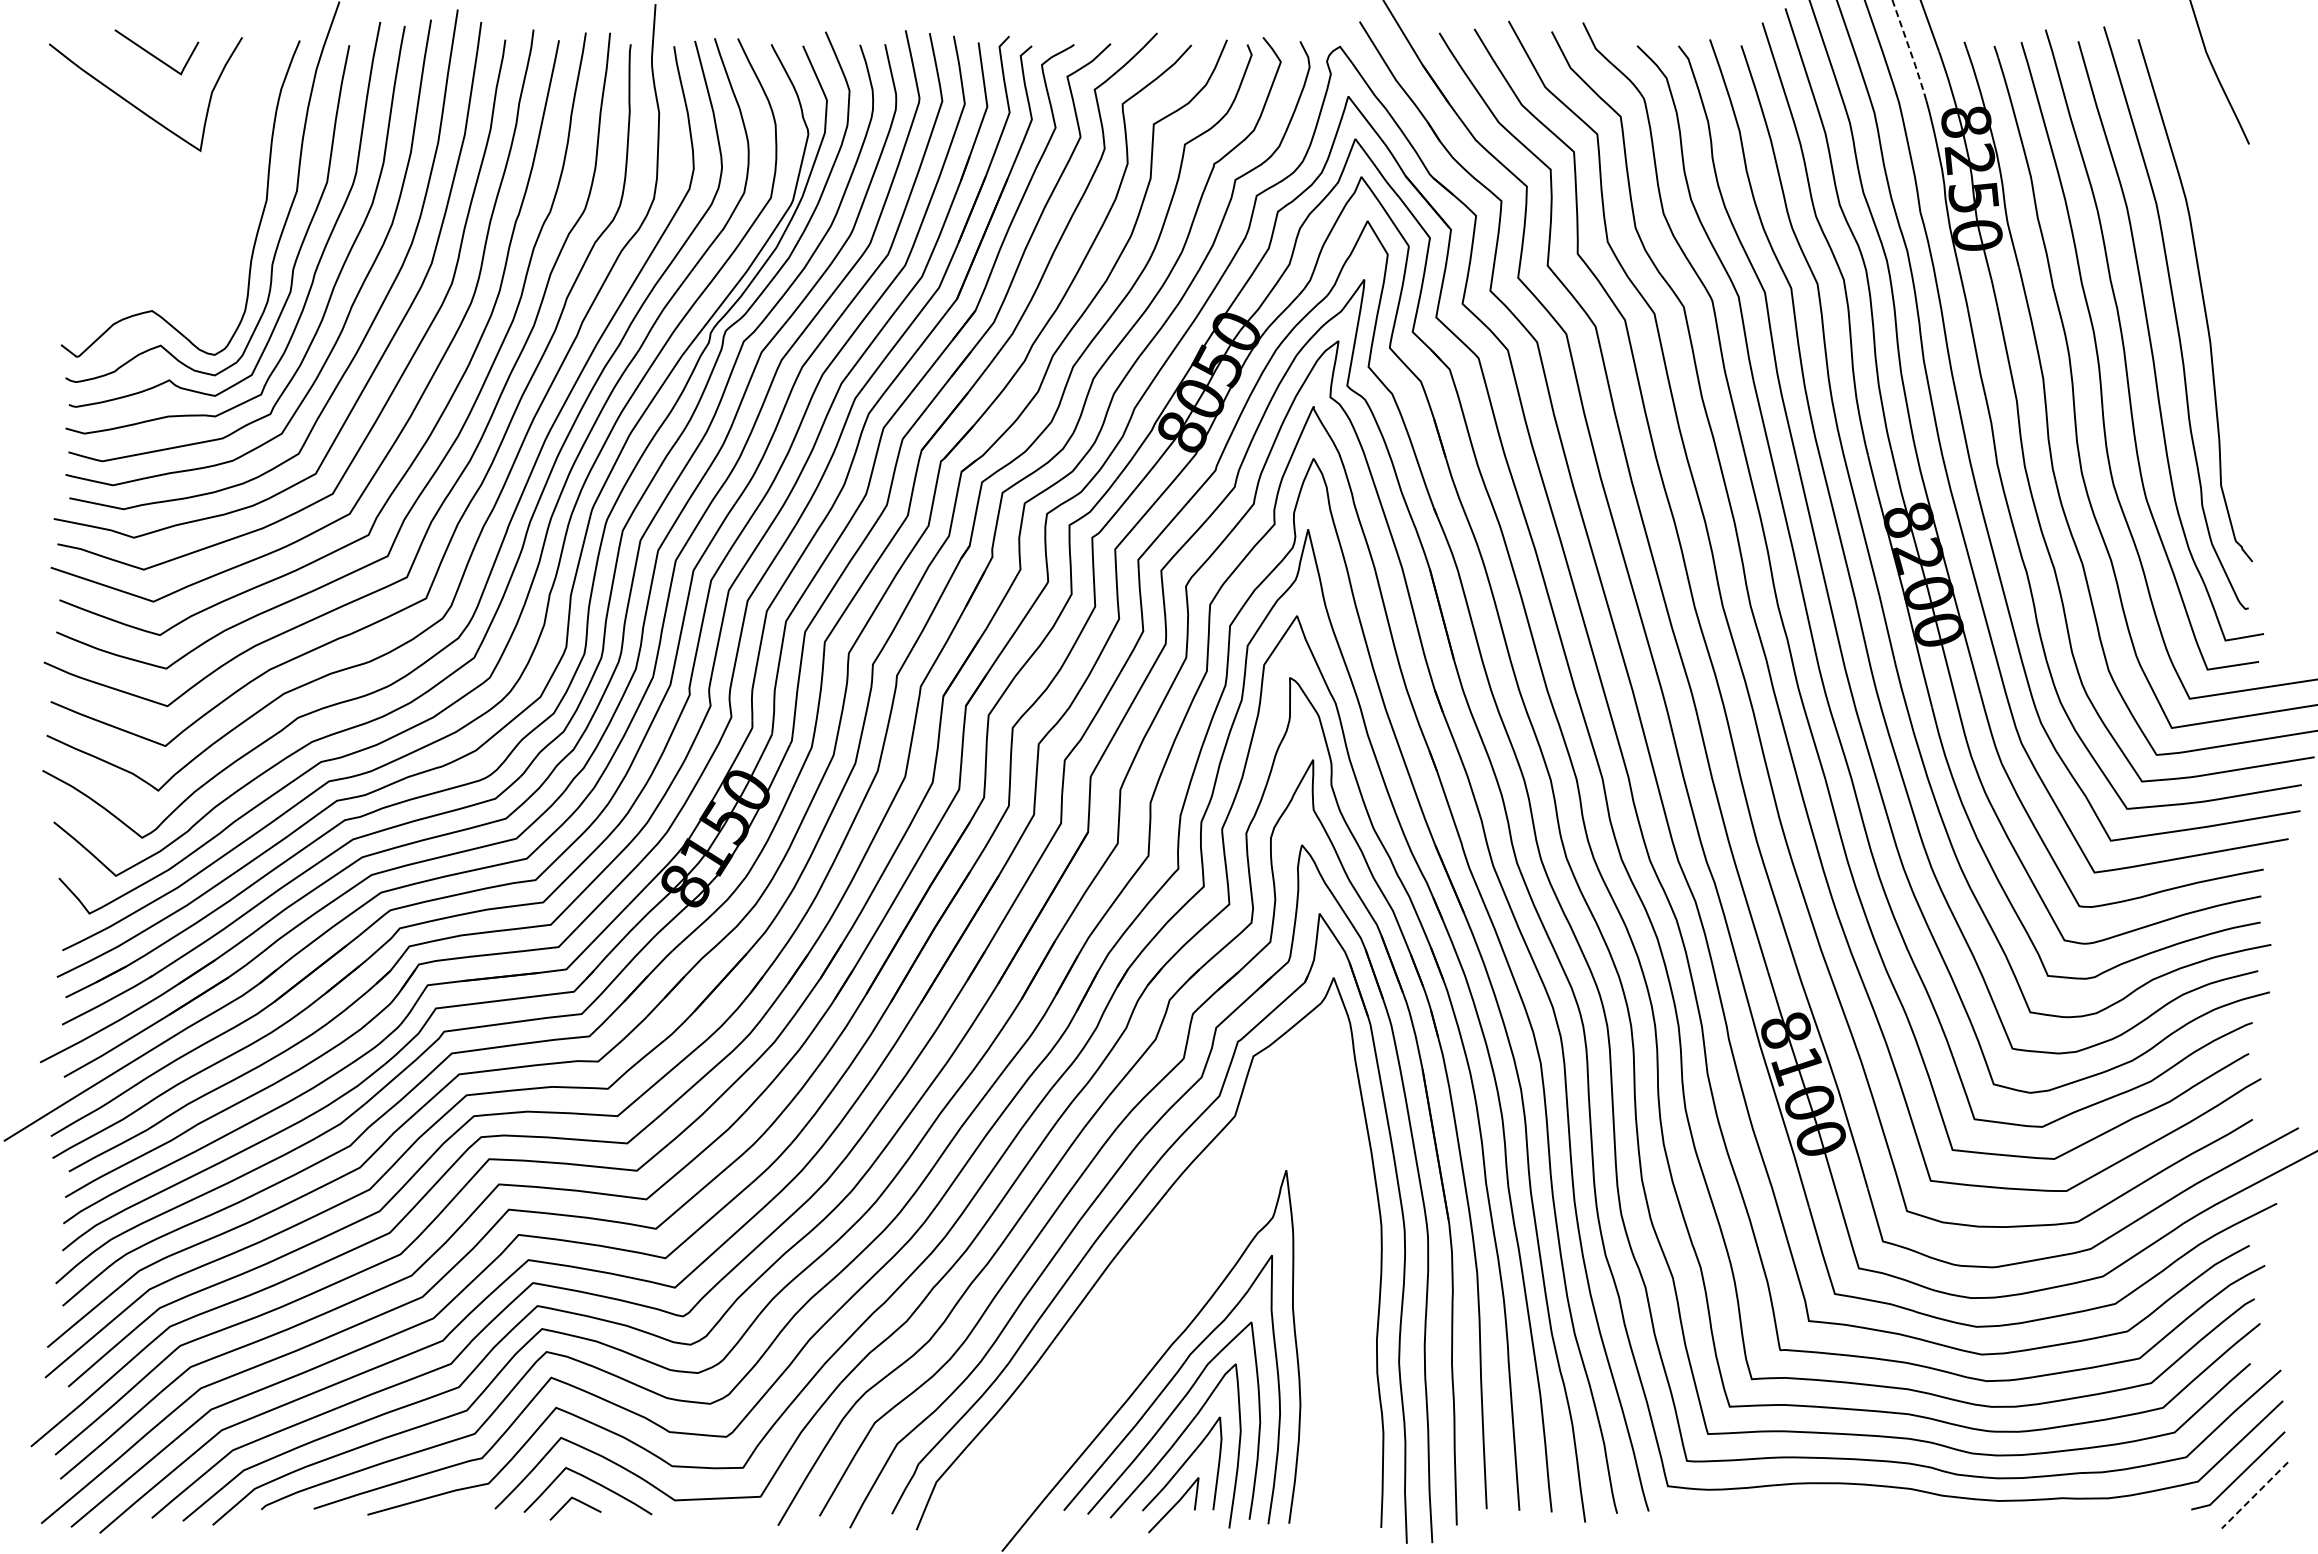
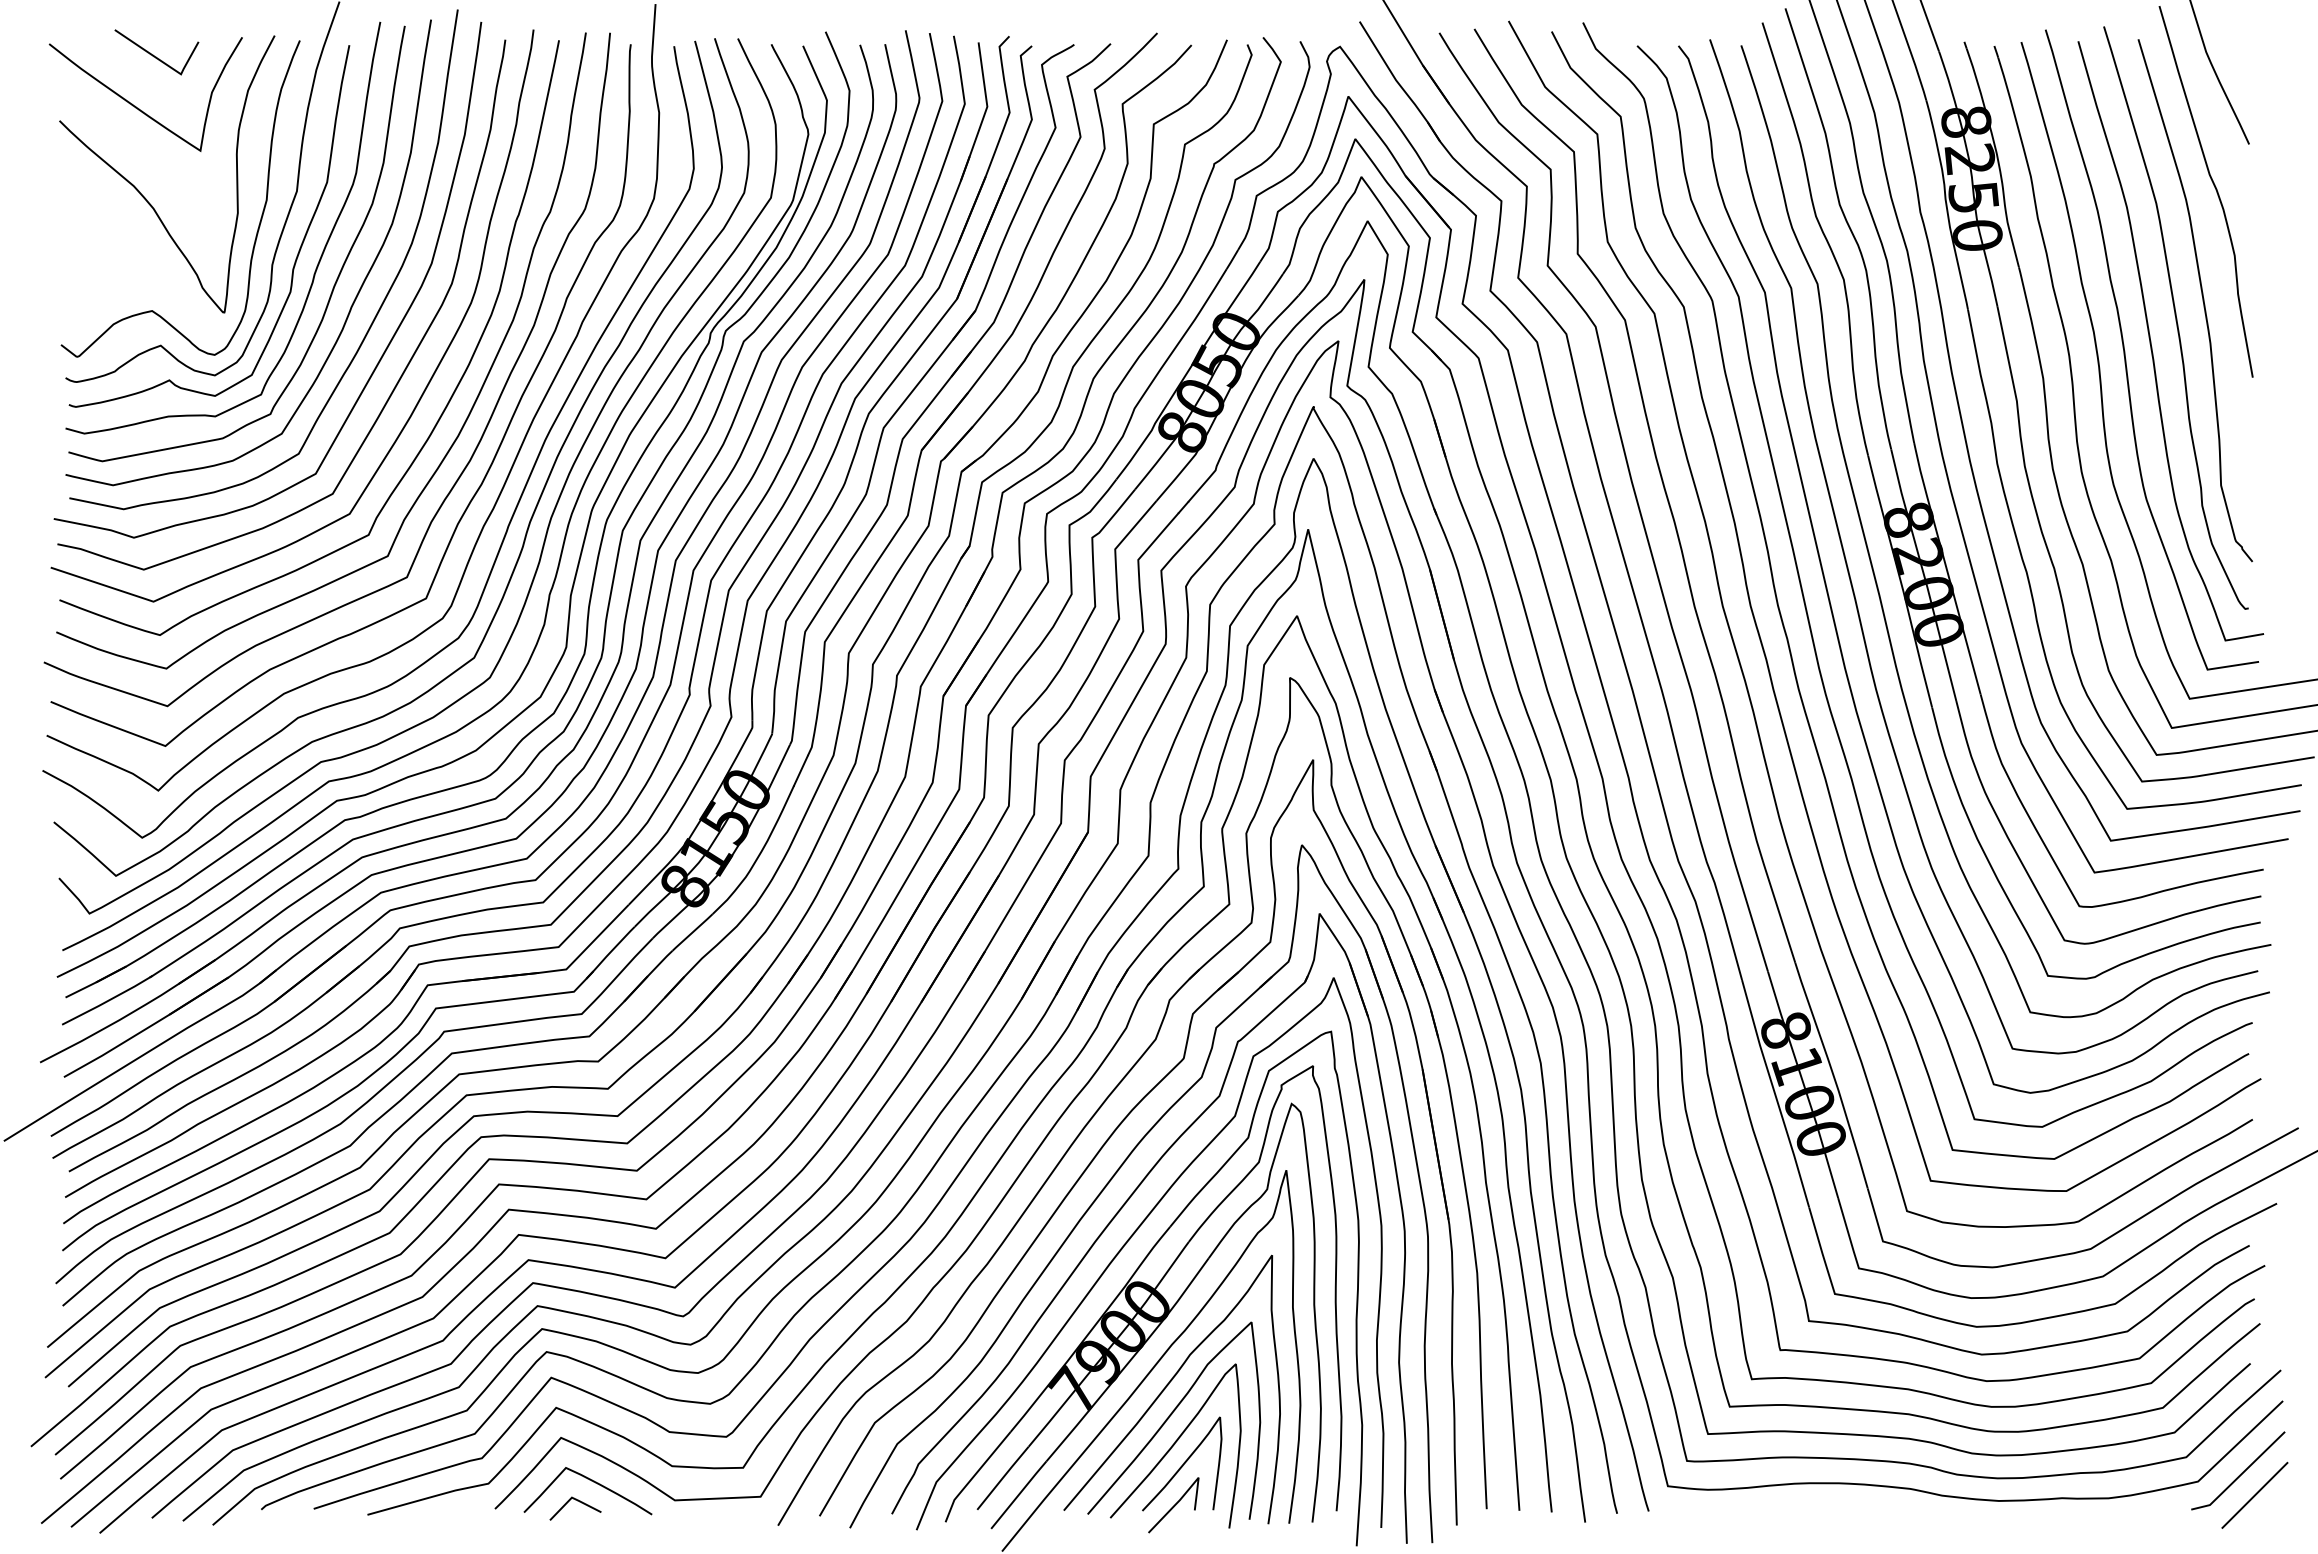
line at (1910, 51): dashed -> solid
curve at (2214, 187): none -> present
curve at (144, 196): none -> present
part at (1153, 1288): none -> present
line at (2254, 1495): dashed -> solid
